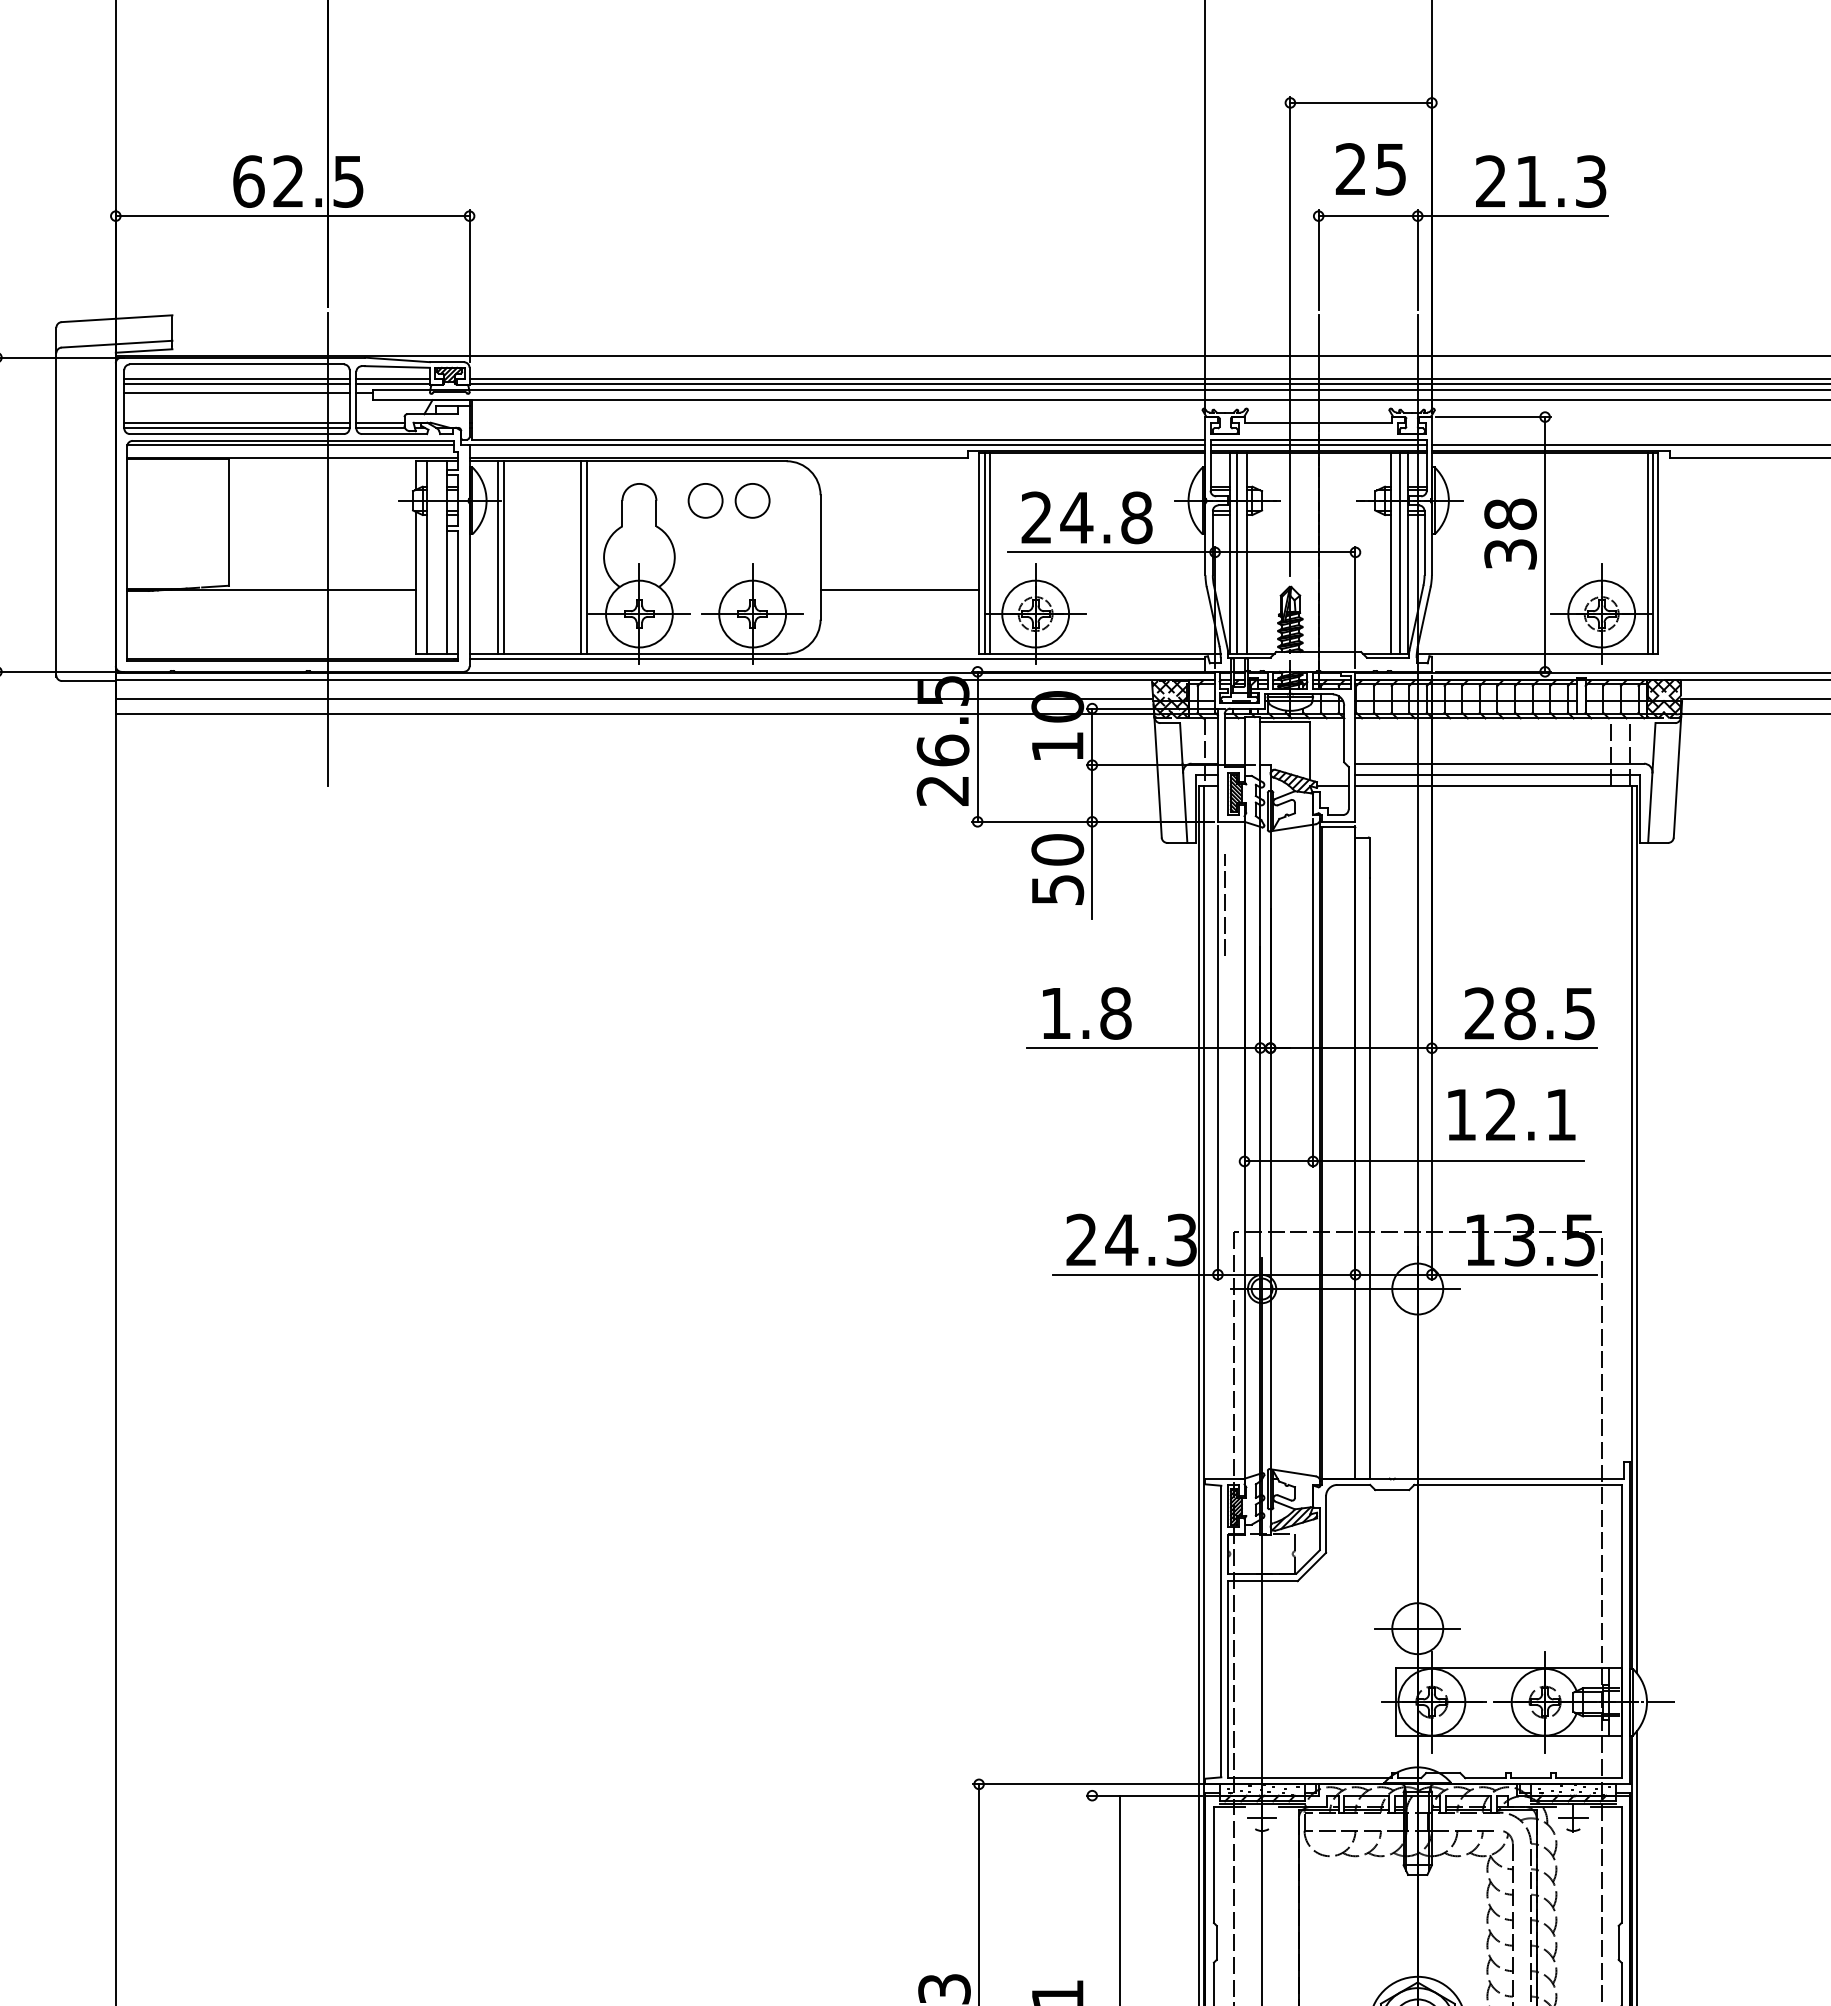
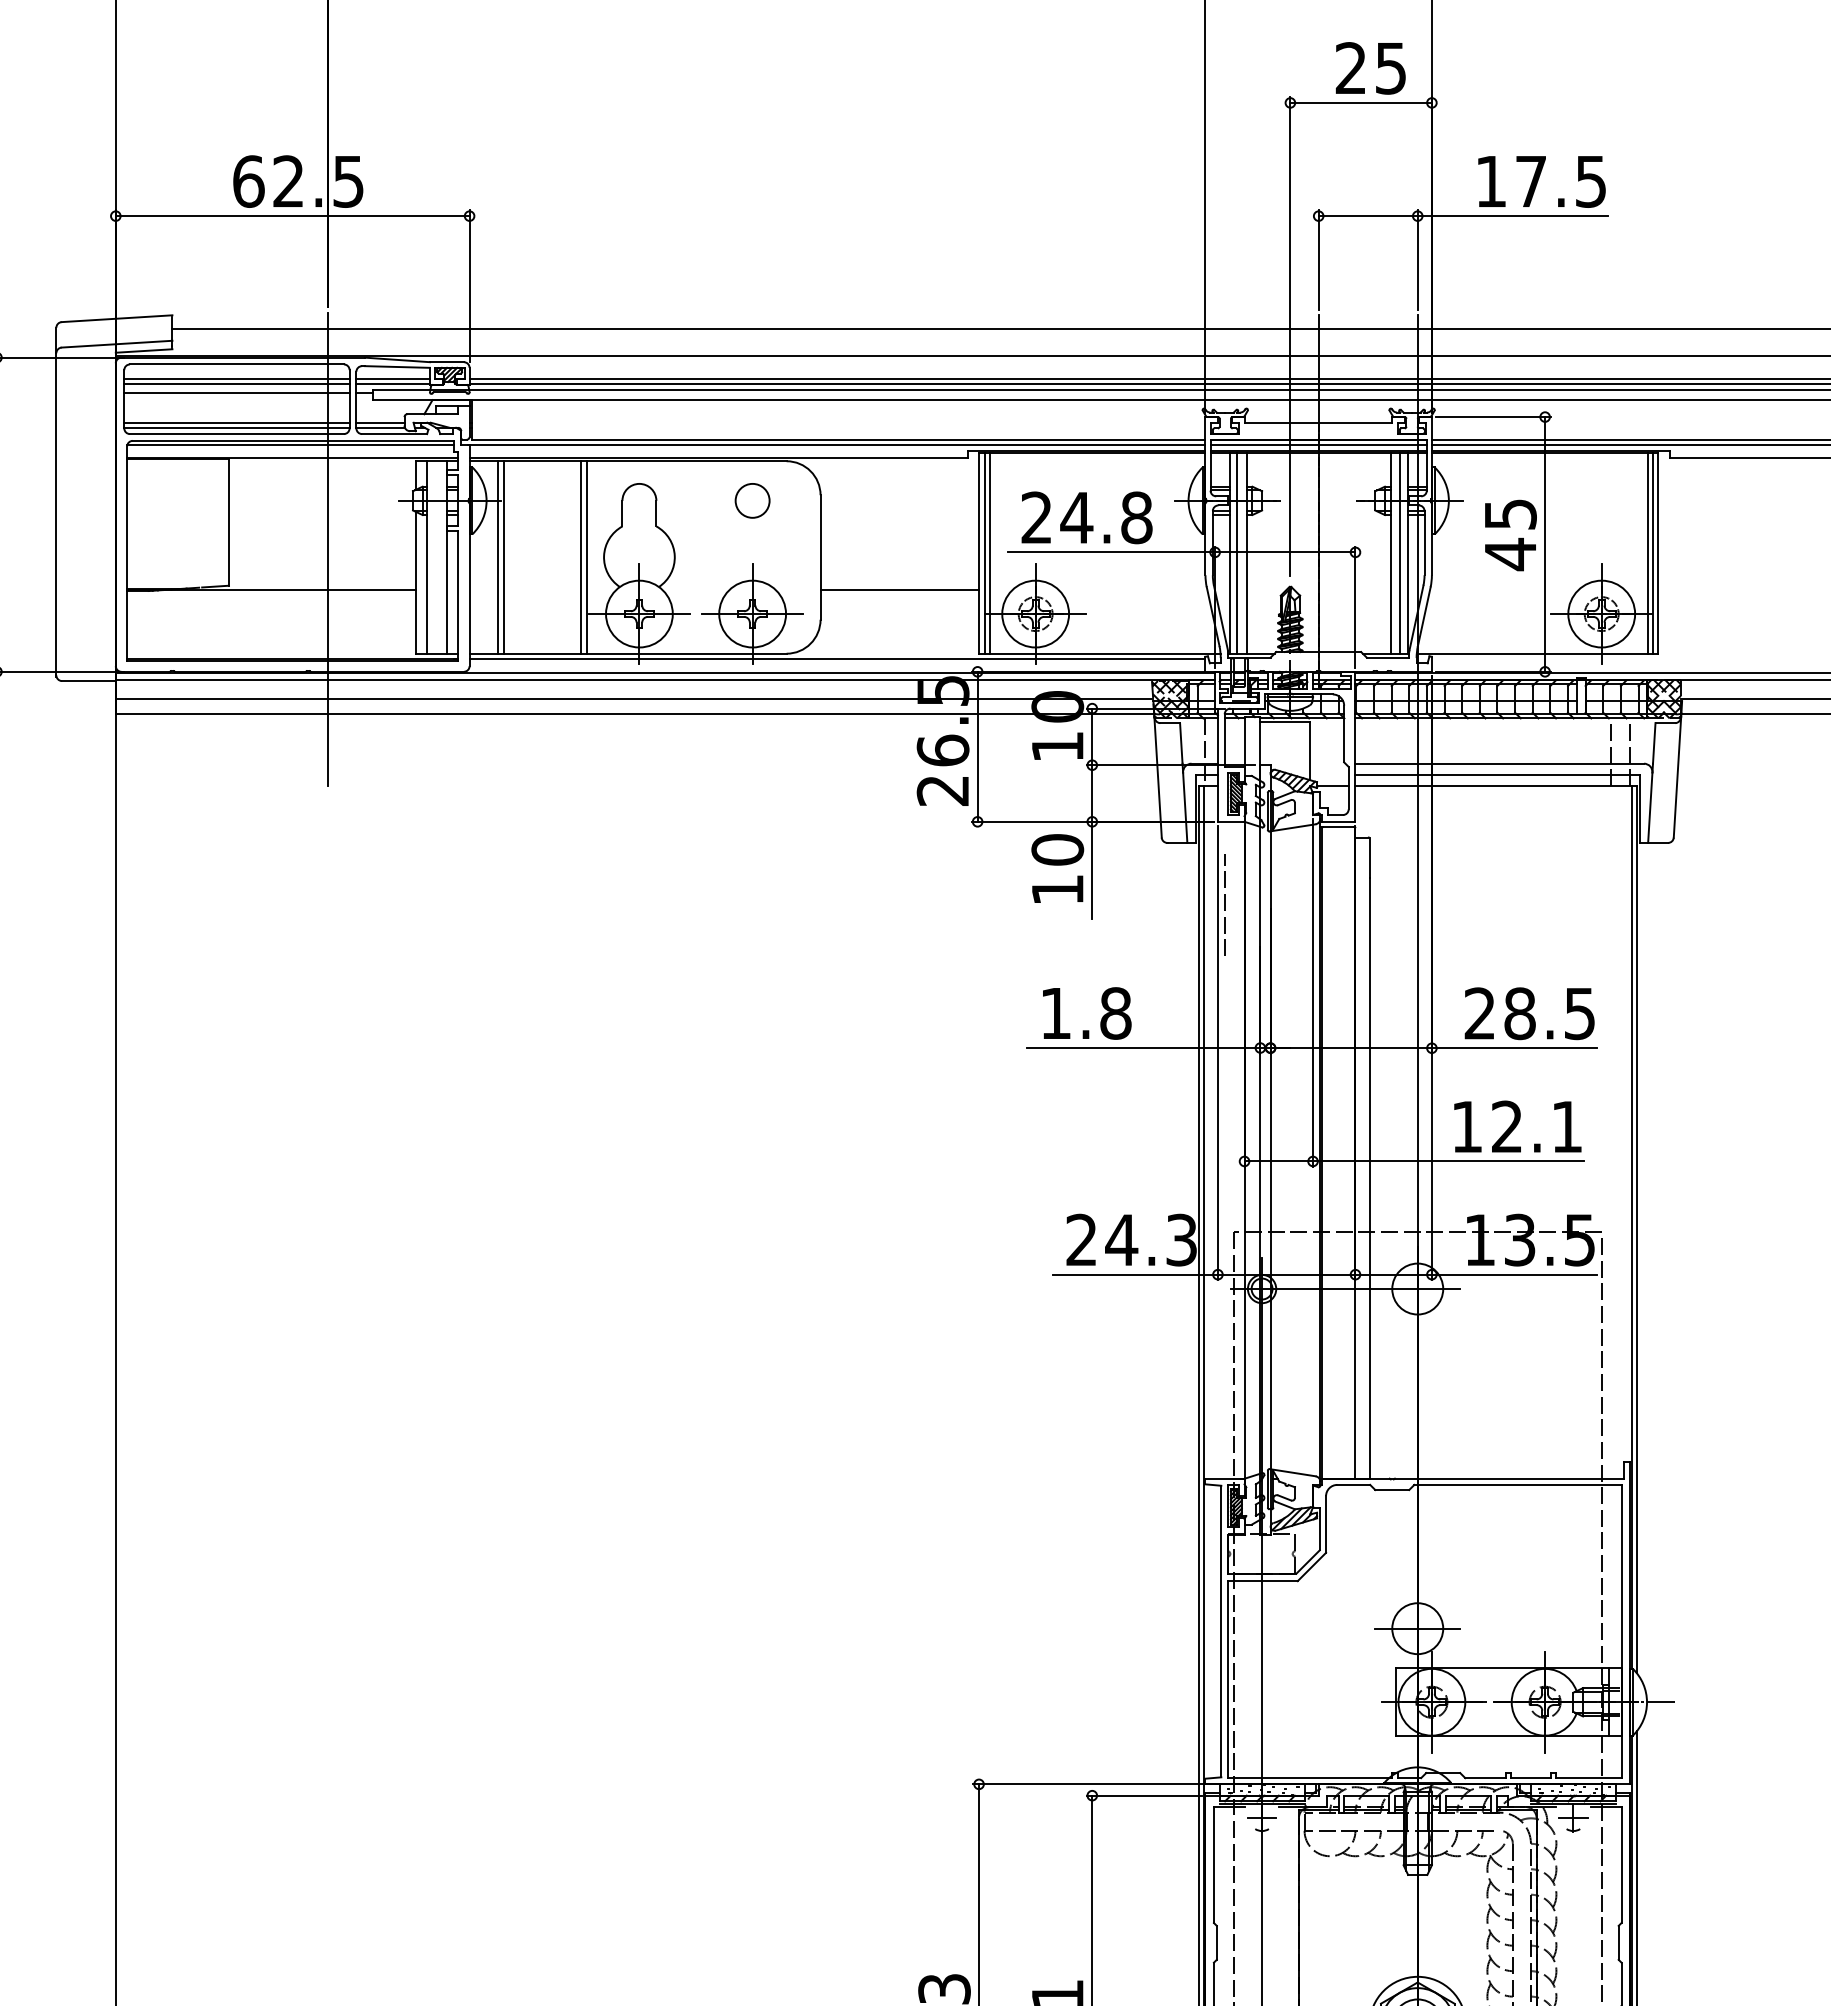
text at (1370, 169) position: (1370, 169) -> (1370, 68)
text at (1541, 181): 21.3 -> 17.5
line at (999, 329): none -> present
line at (1629, 439): none -> present
circle at (705, 500): present -> none
text at (1510, 534): 38 -> 45
text at (1058, 889): 50 -> 10
text at (1511, 1114) position: (1511, 1114) -> (1517, 1126)
line at (1120, 1898) position: (1120, 1898) -> (1092, 1898)
